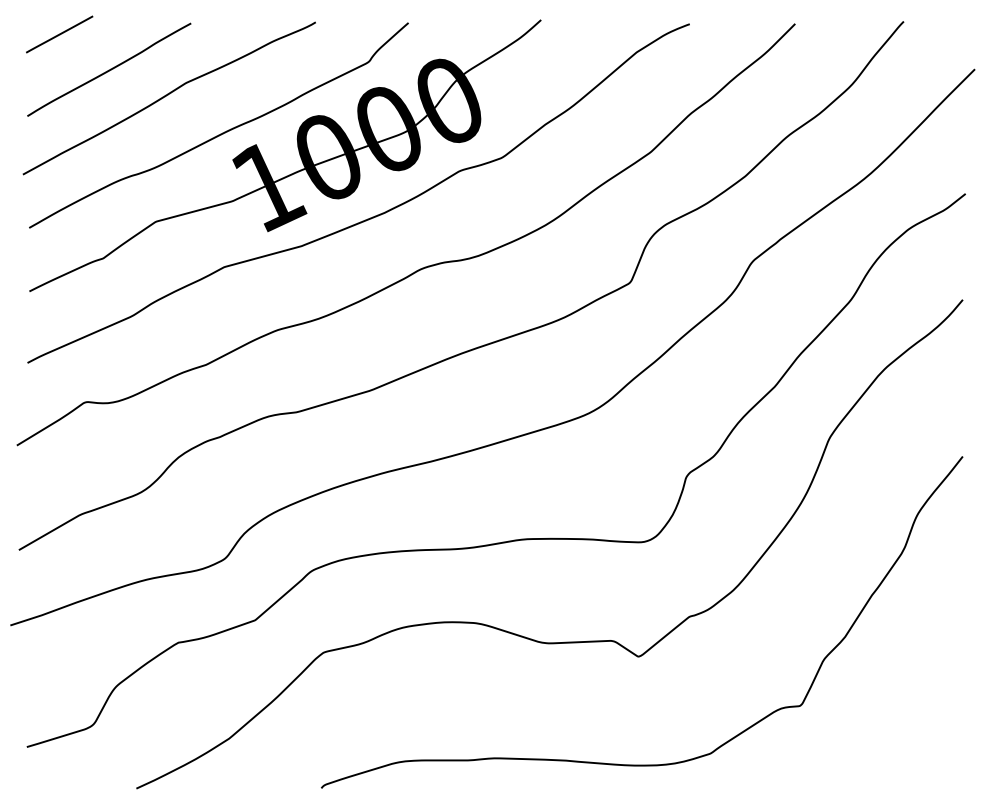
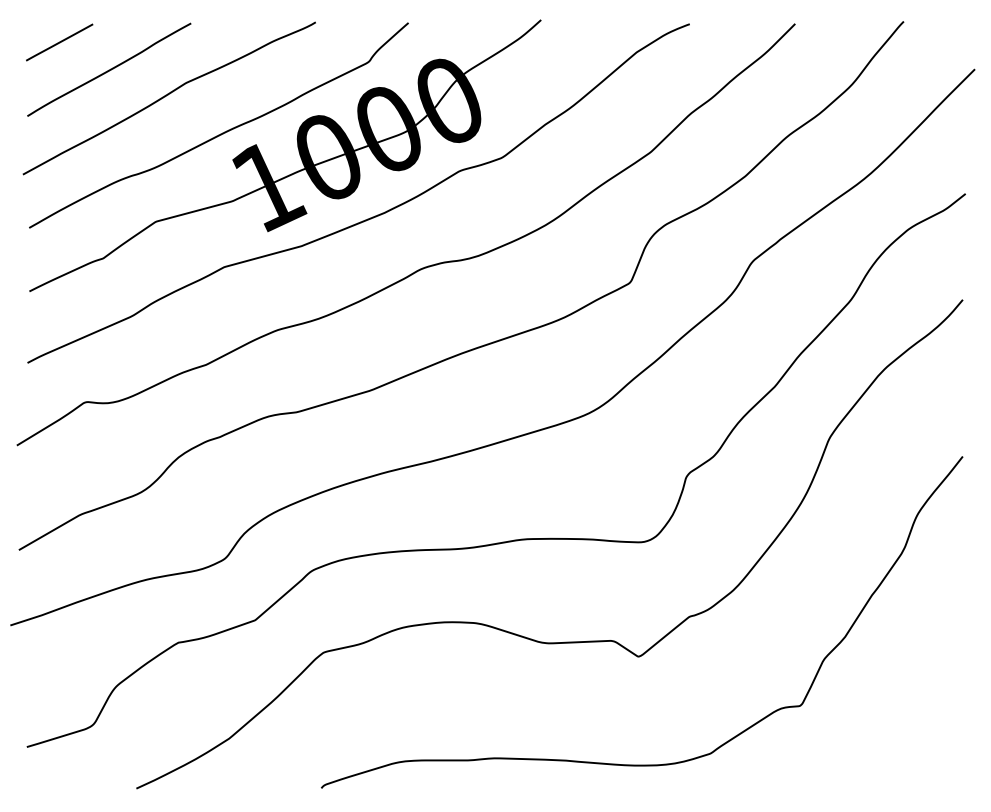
line at (59, 34) position: (59, 34) -> (59, 42)
